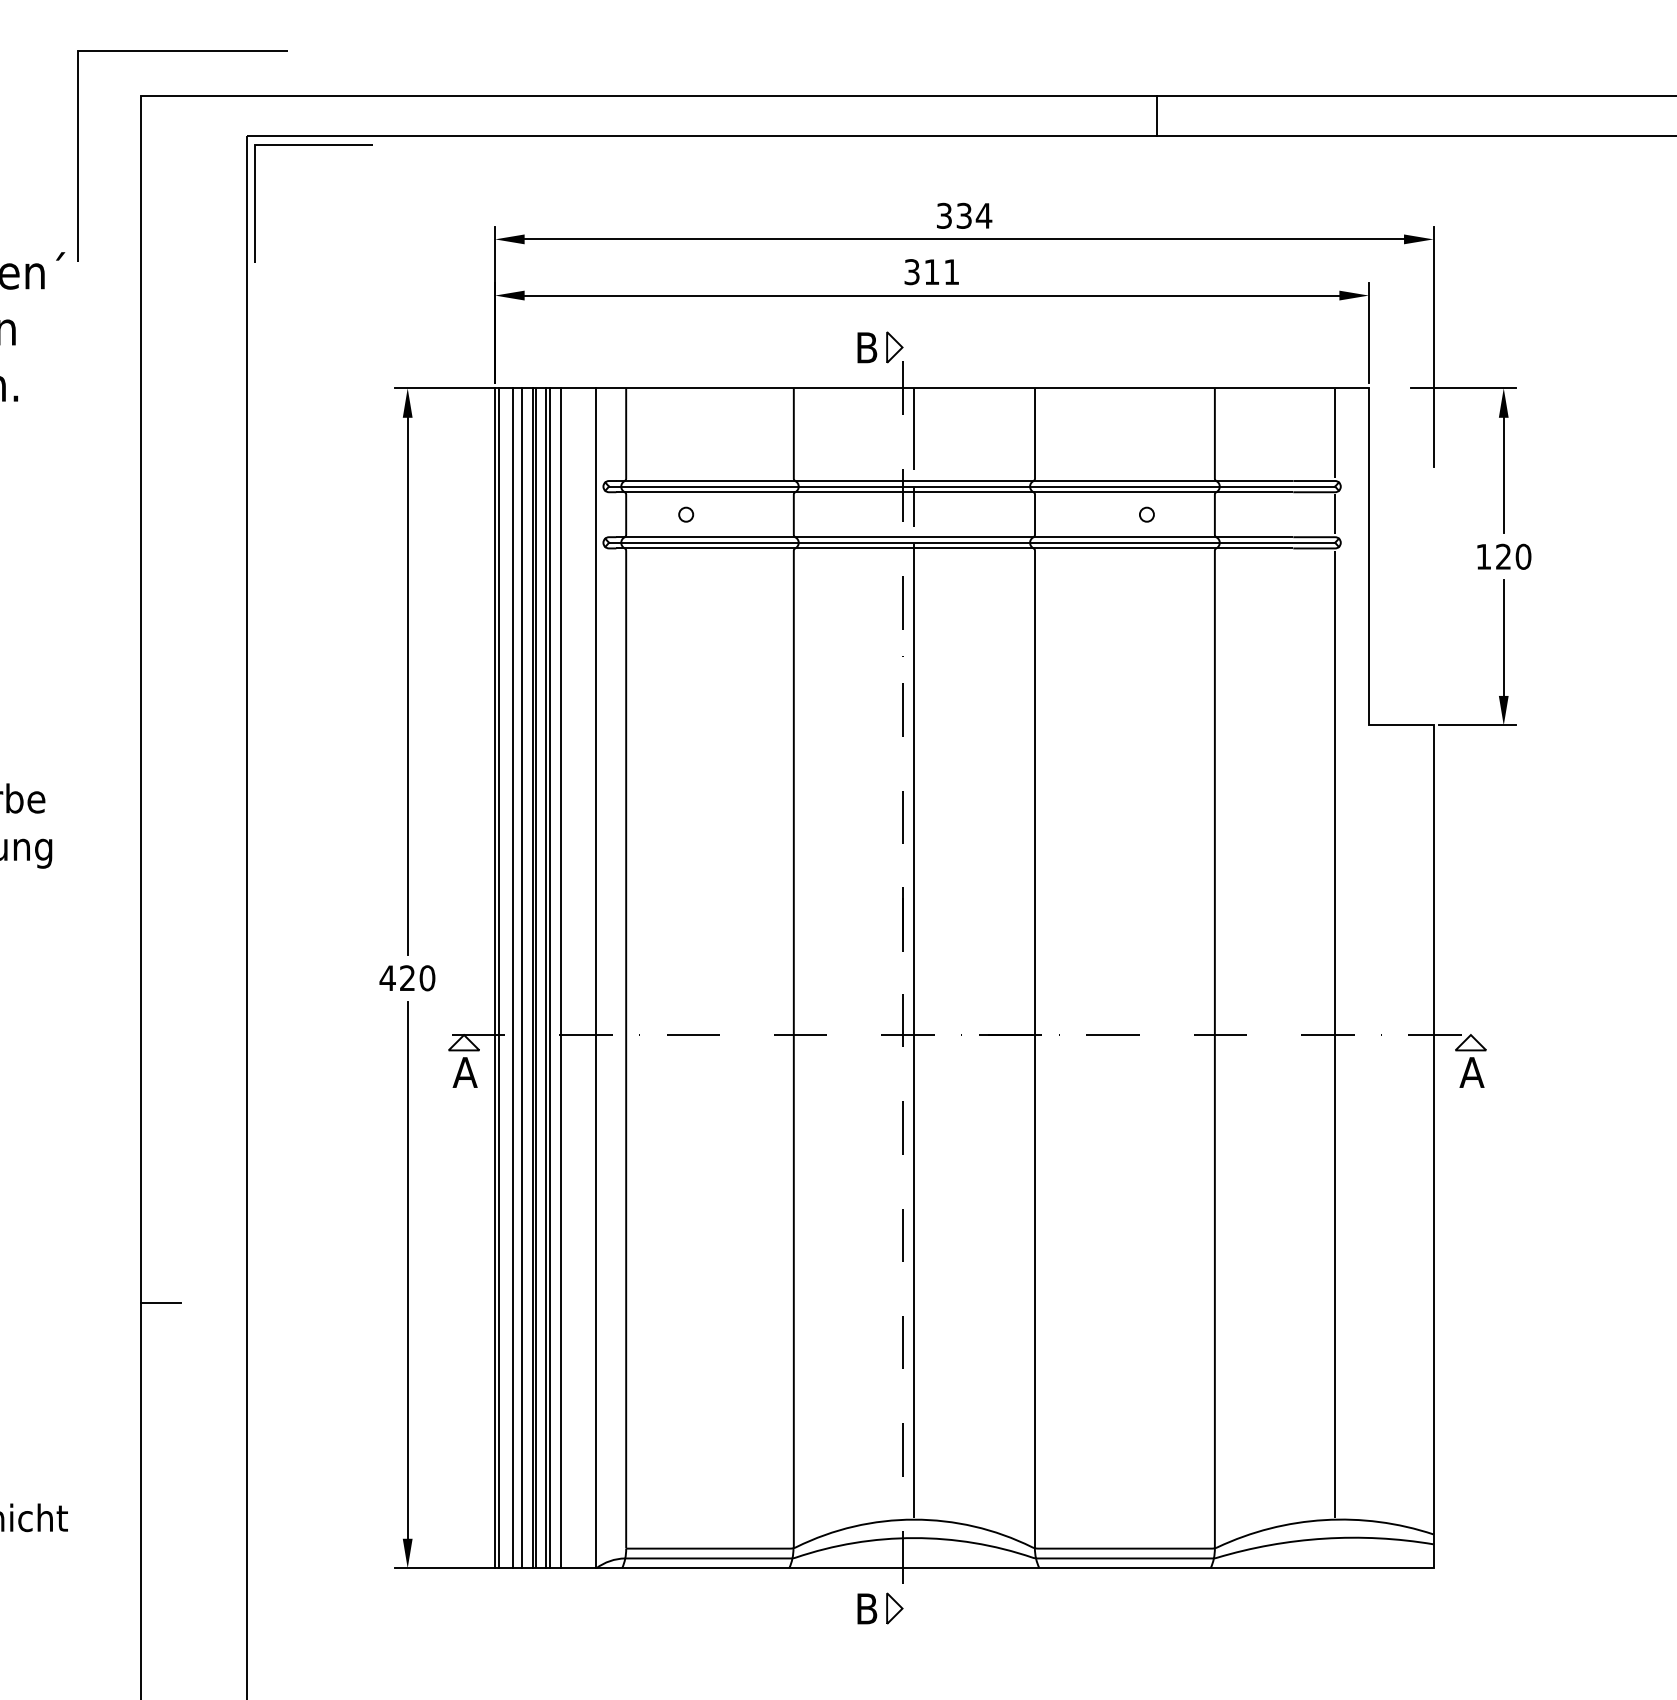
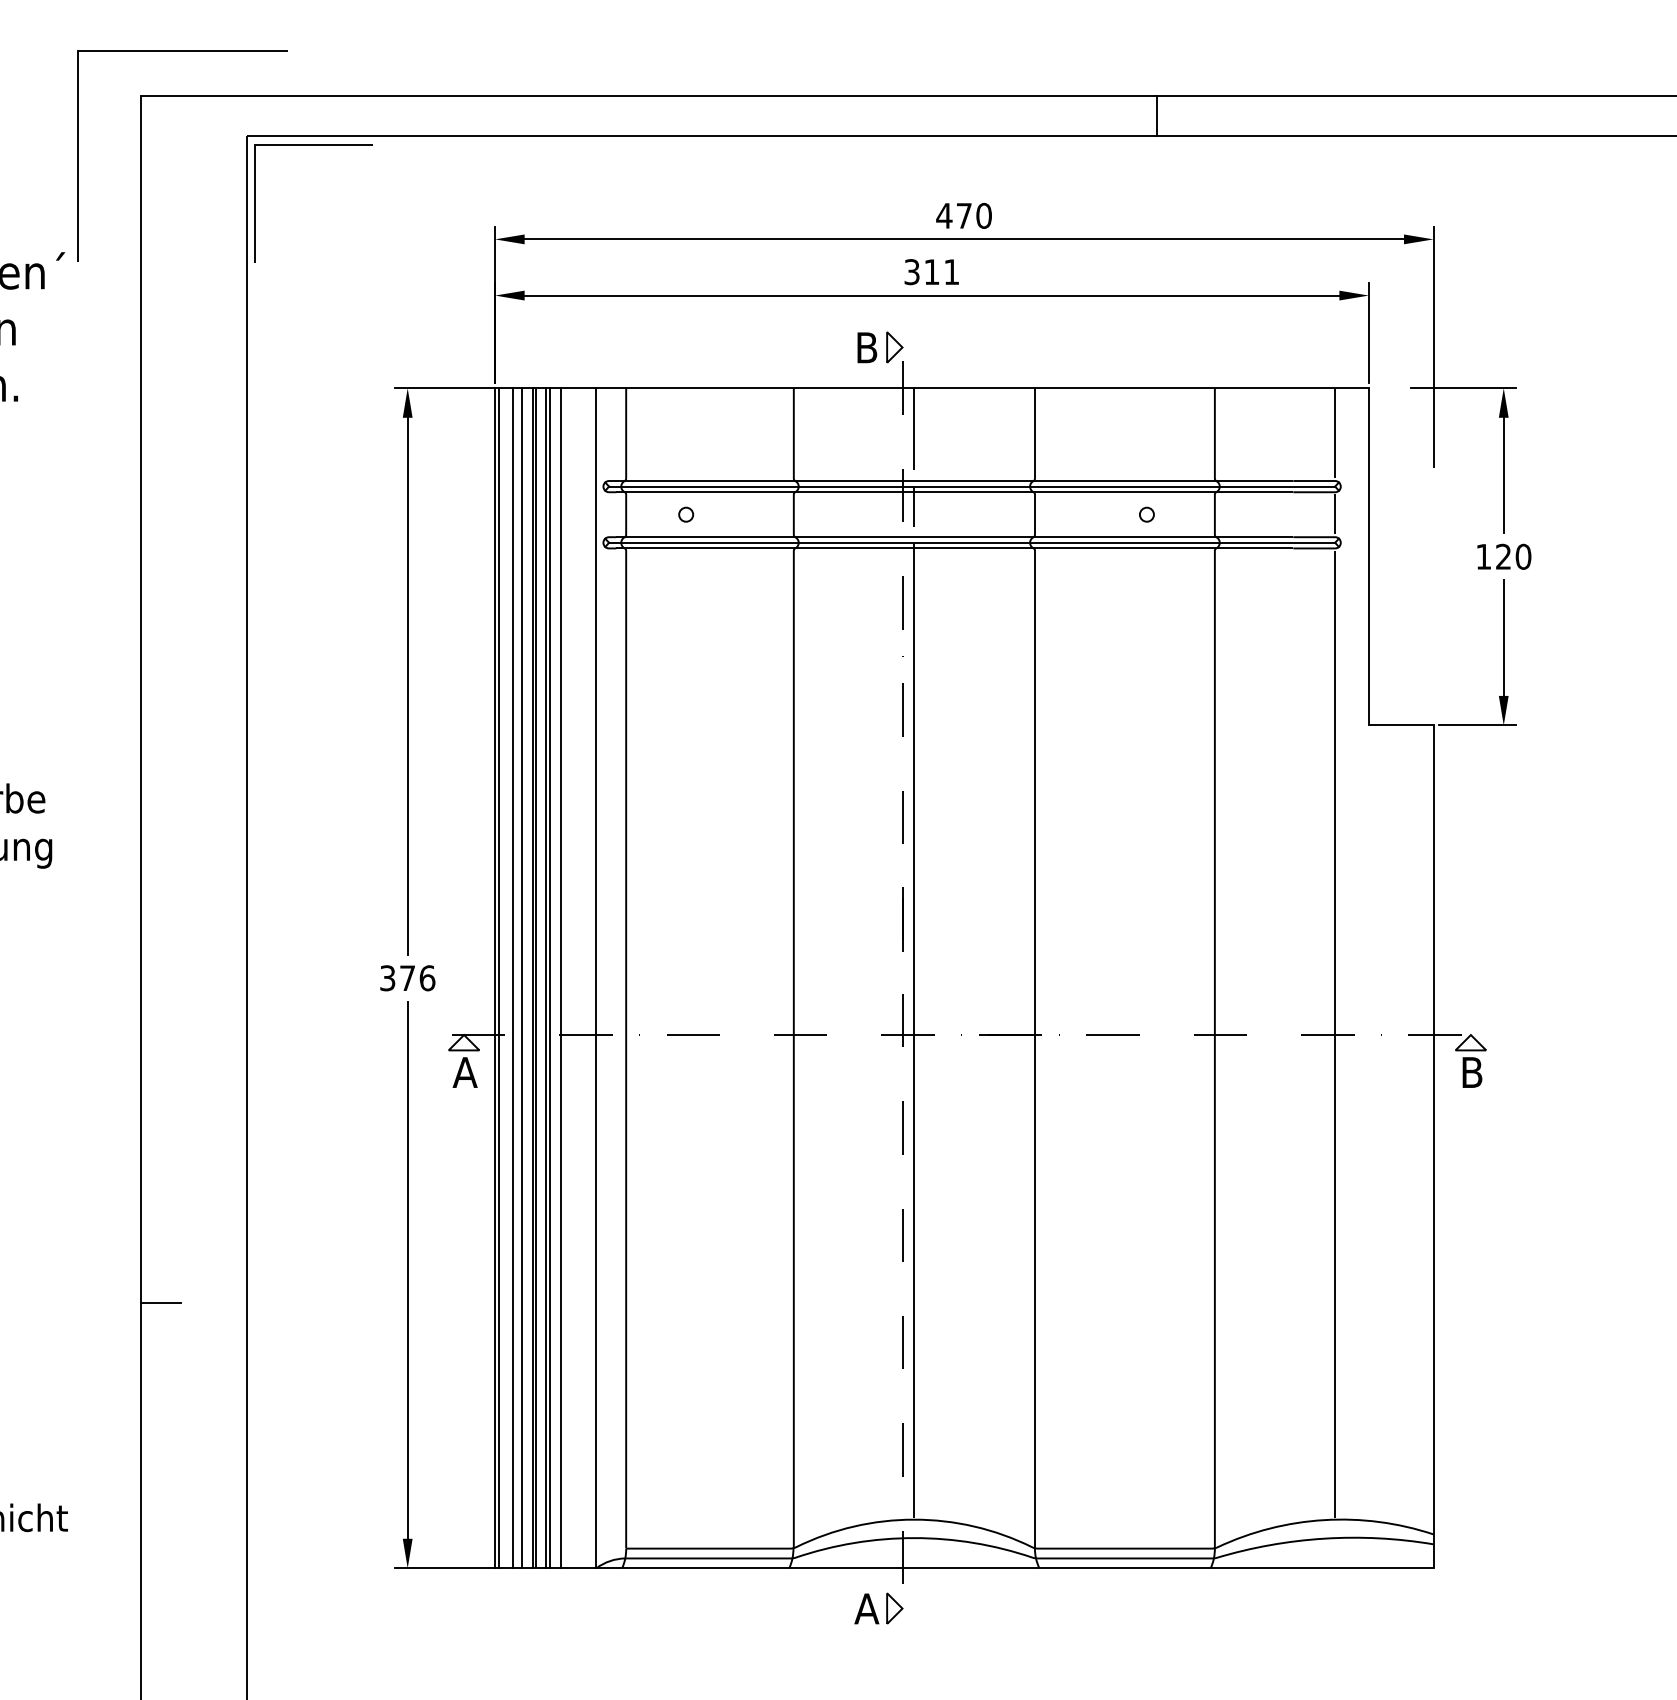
text at (964, 215): 334 -> 470
text at (407, 978): 420 -> 376
text at (1471, 1072): A -> B
text at (866, 1608): B -> A
